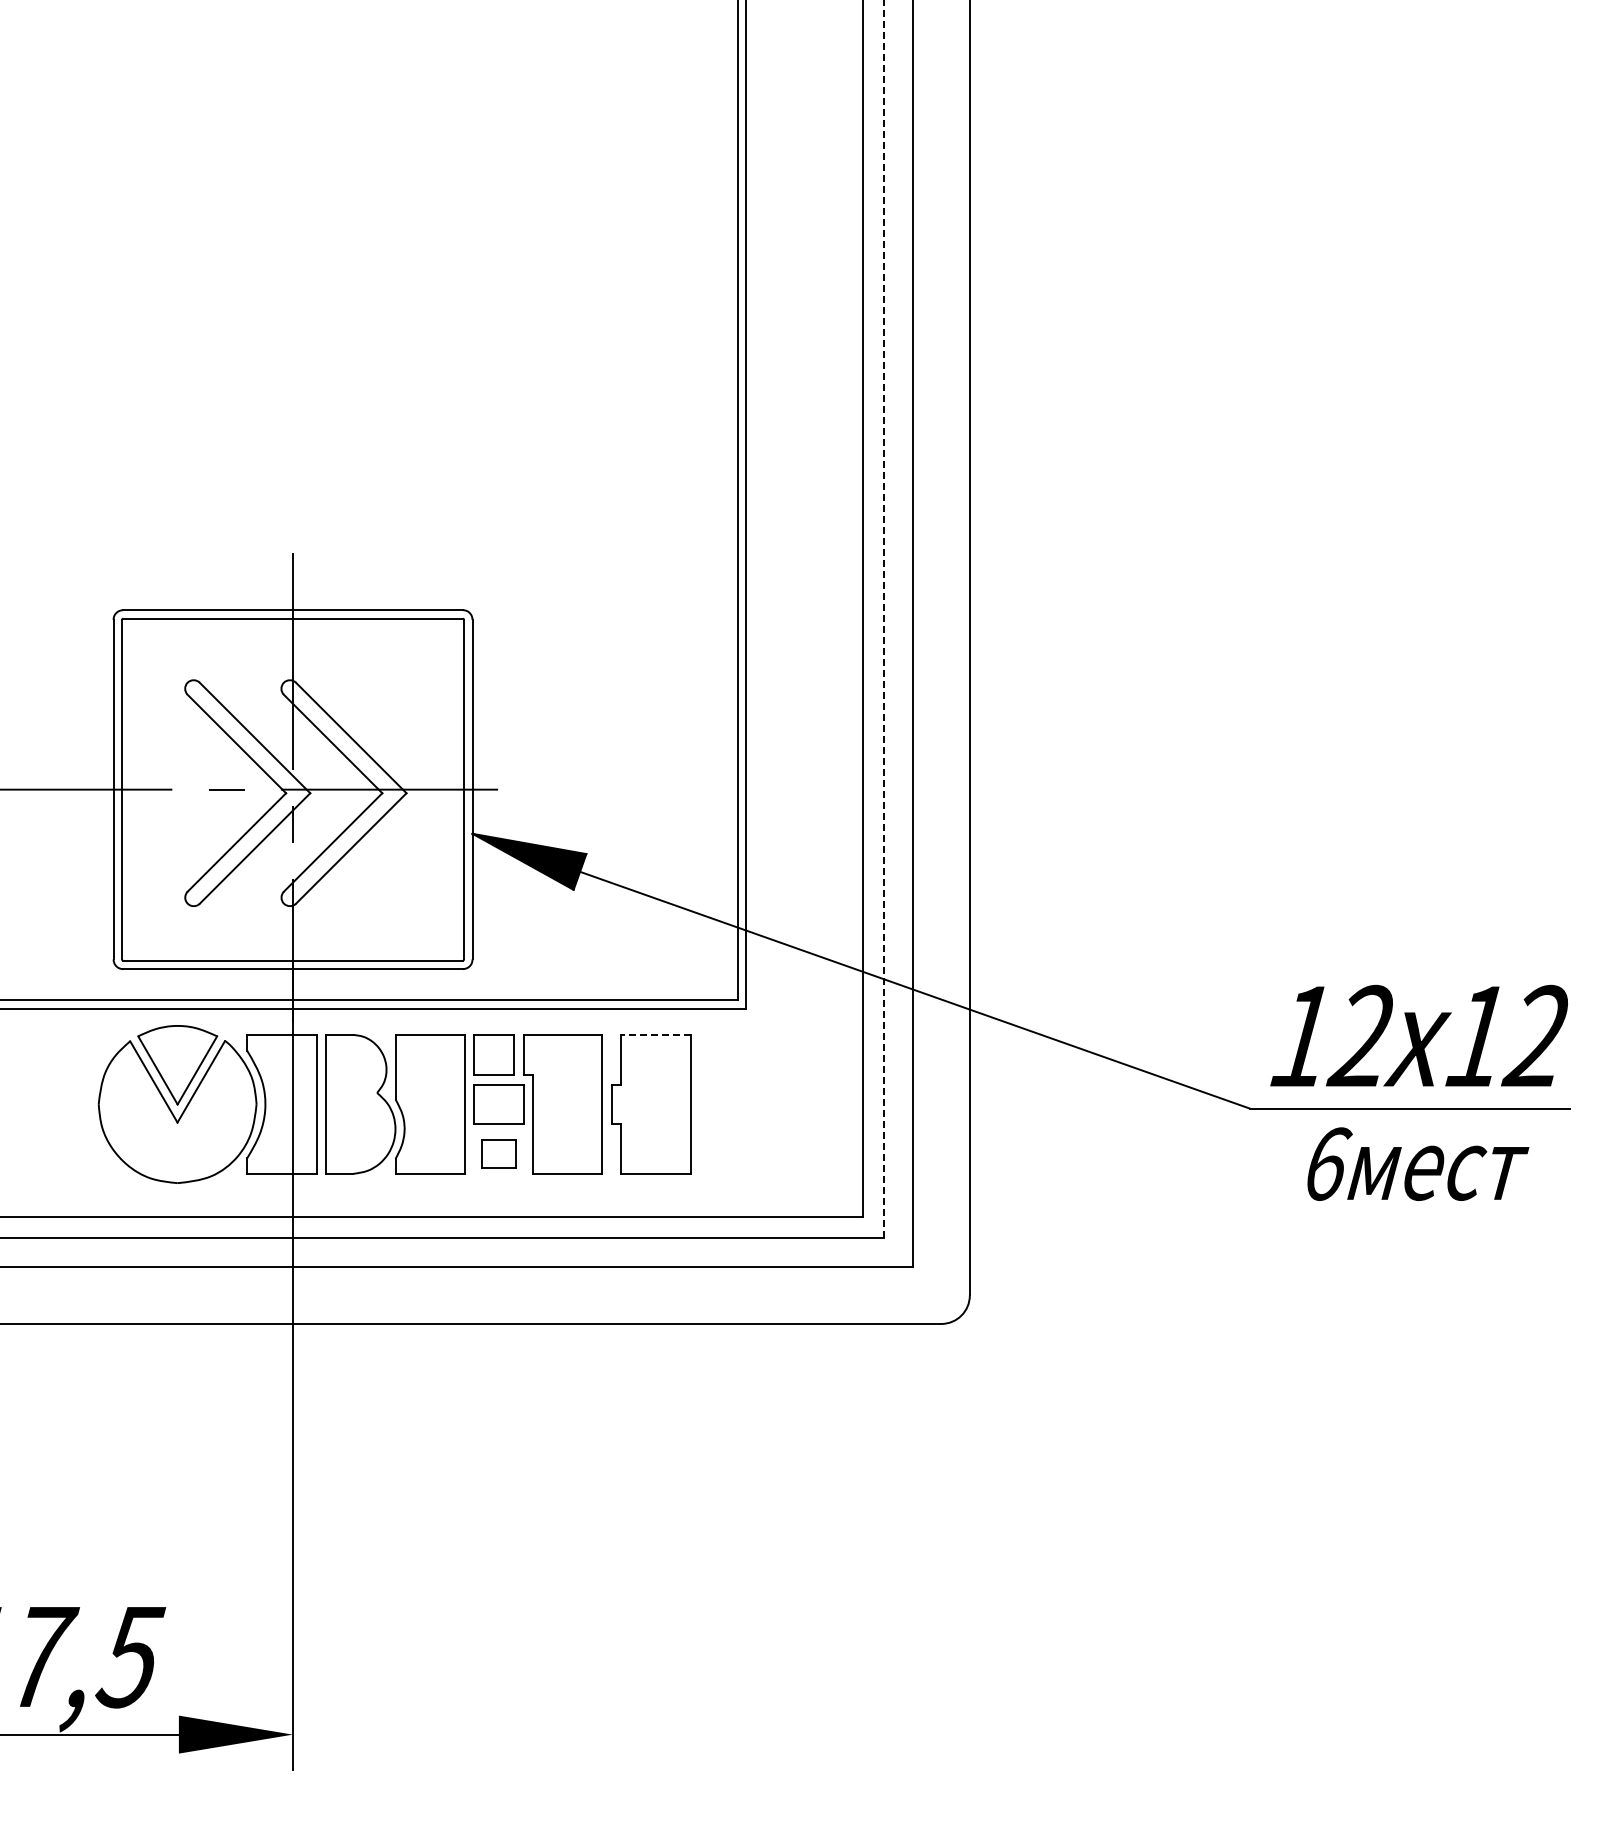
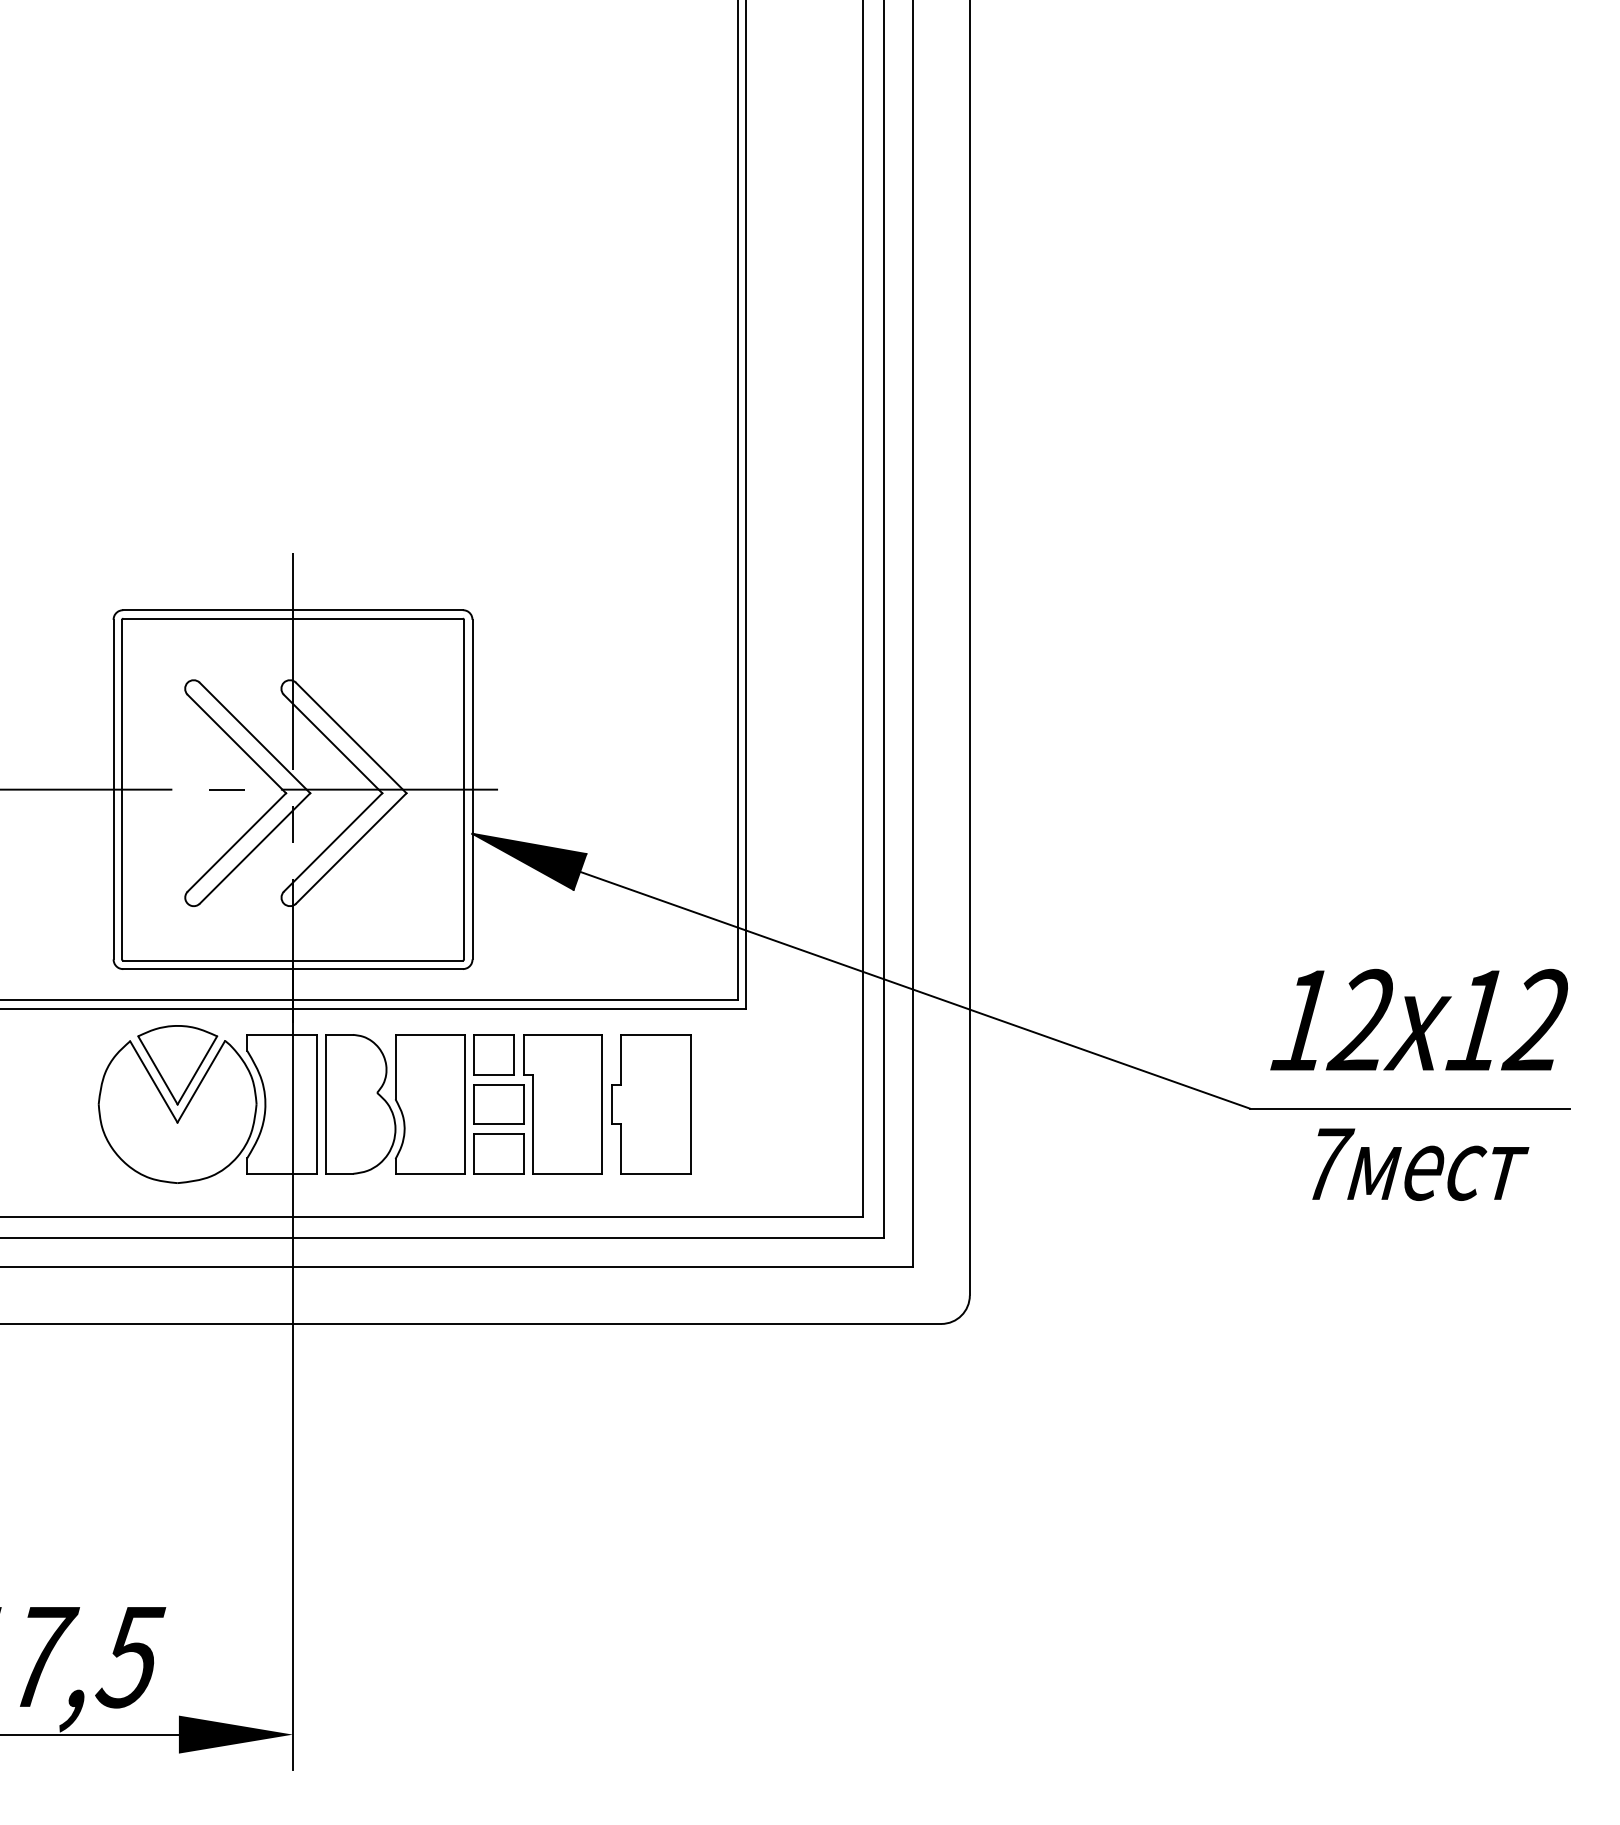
line at (884, 619): dashed -> solid
line at (655, 1034): dashed -> solid
text at (1418, 1035) position: (1418, 1035) -> (1418, 1019)
part at (498, 1153) size: 36x30 px -> 52x42 px
text at (1331, 1163): 6 -> 7
